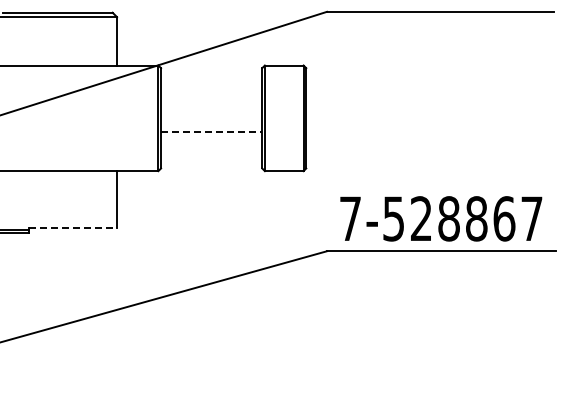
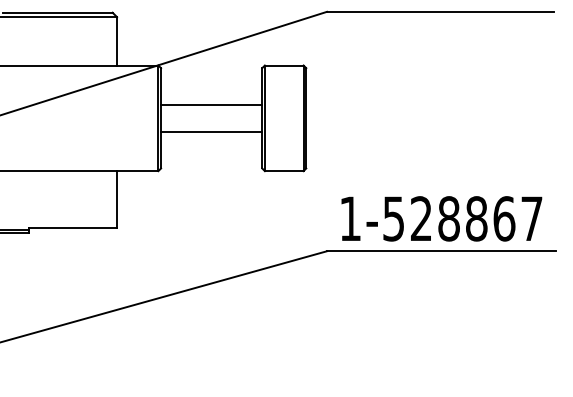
line at (211, 105): none -> present
line at (211, 131): dashed -> solid
text at (350, 218): 7-528867 -> 1-528867
line at (73, 228): dashed -> solid
